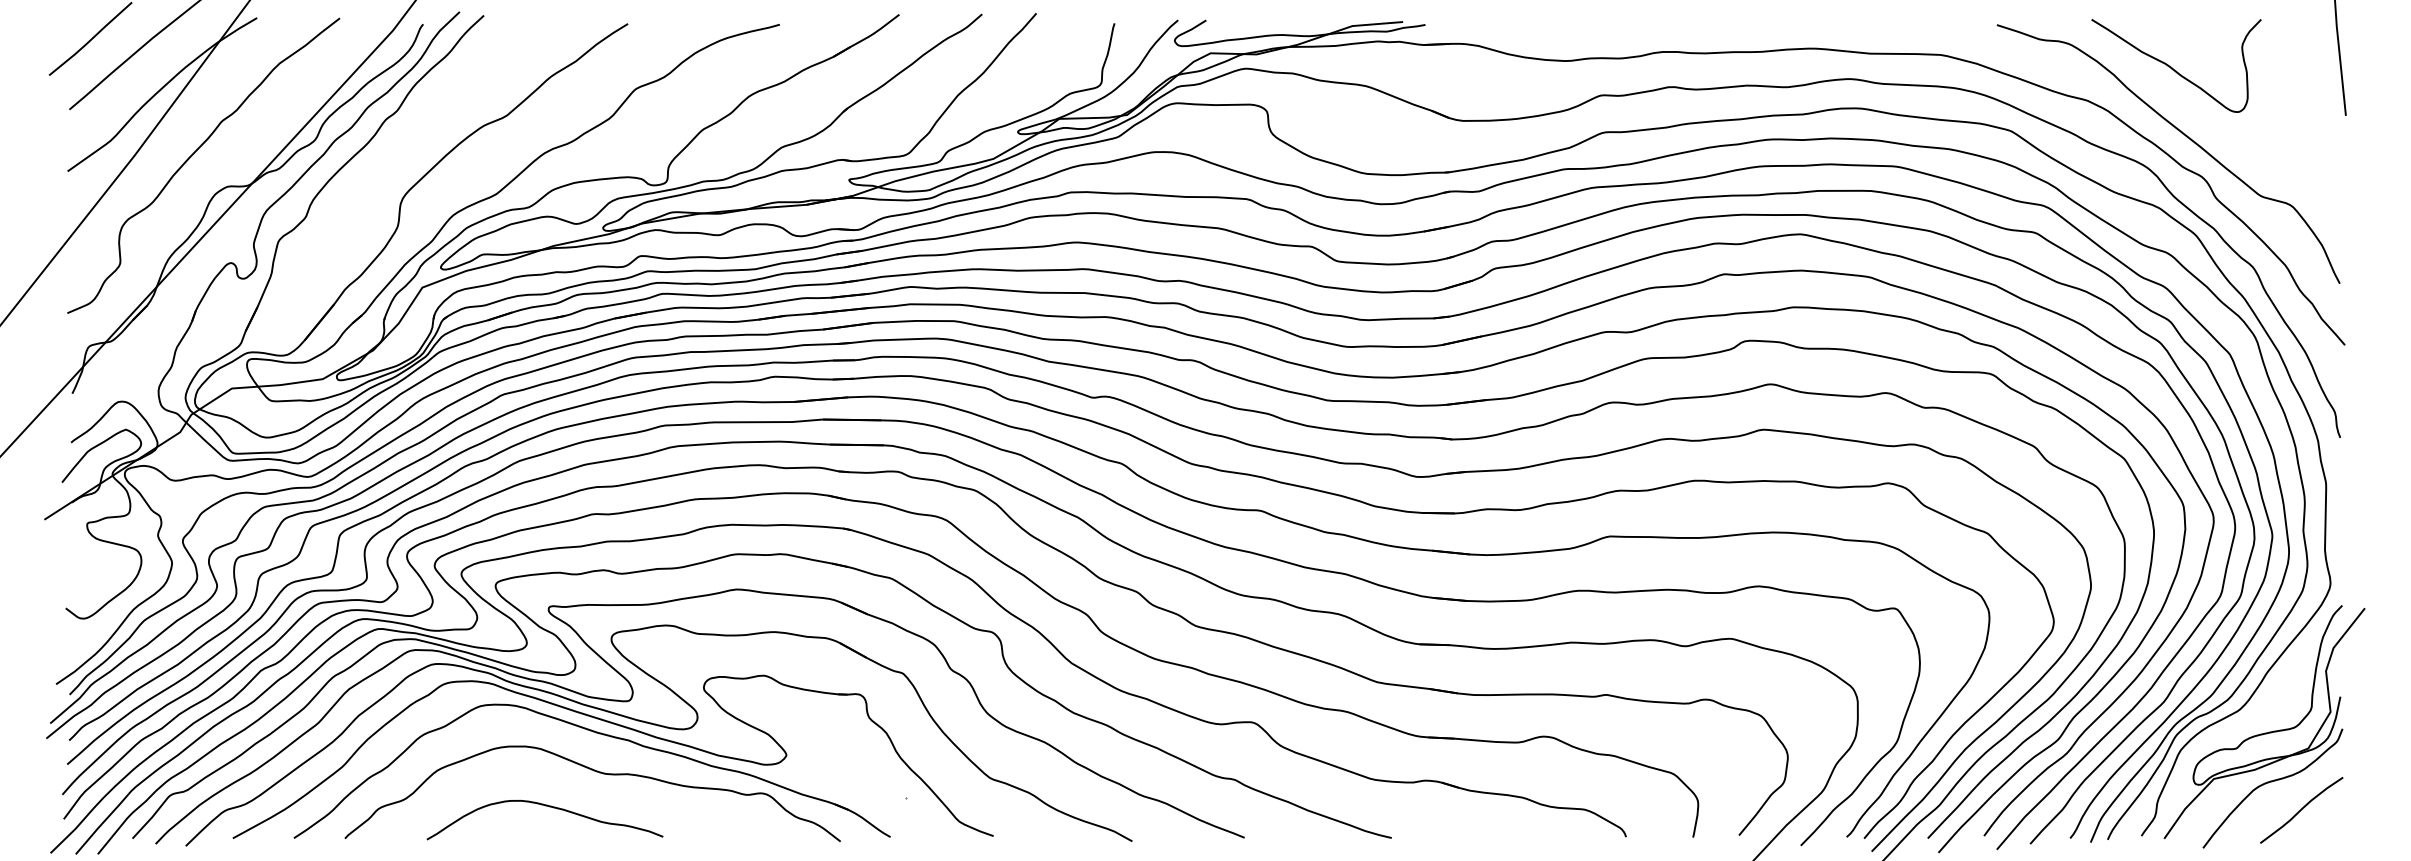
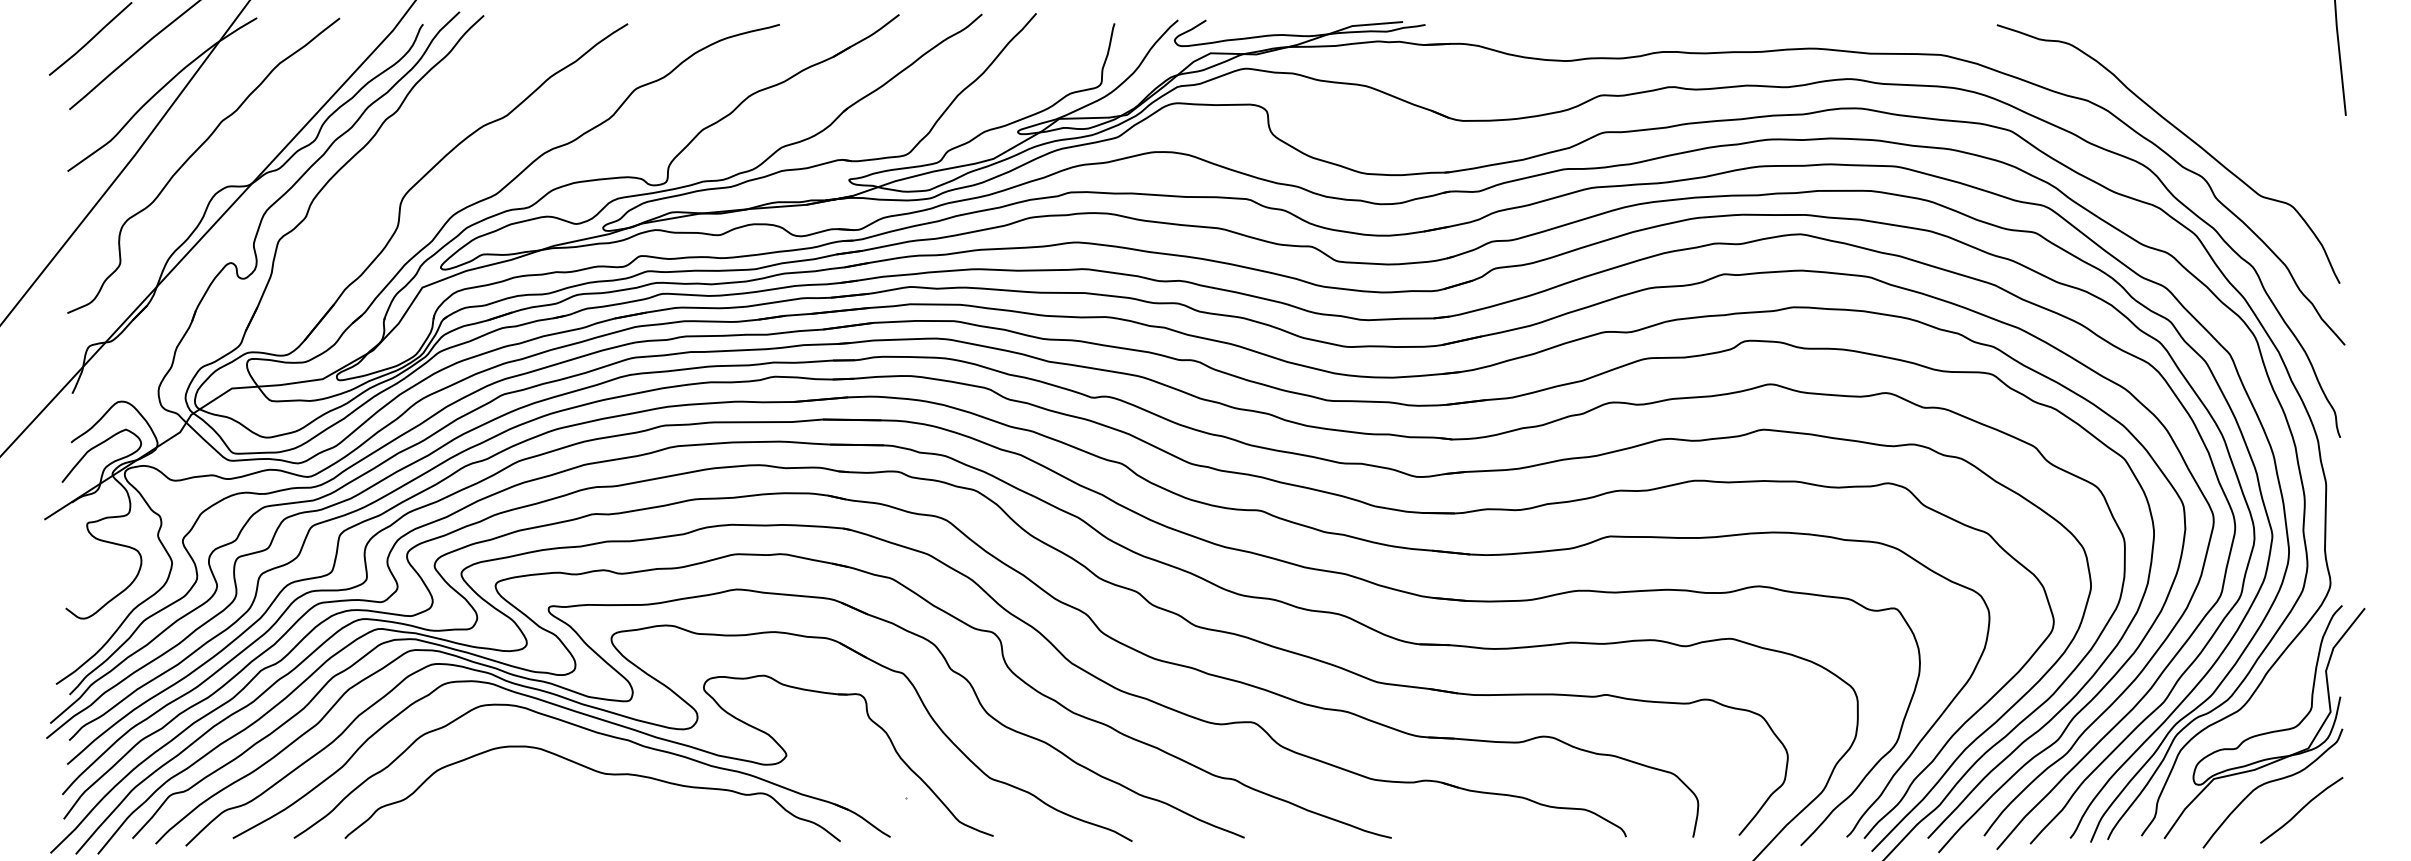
curve at (2173, 68): present -> none
curve at (549, 807): present -> none
